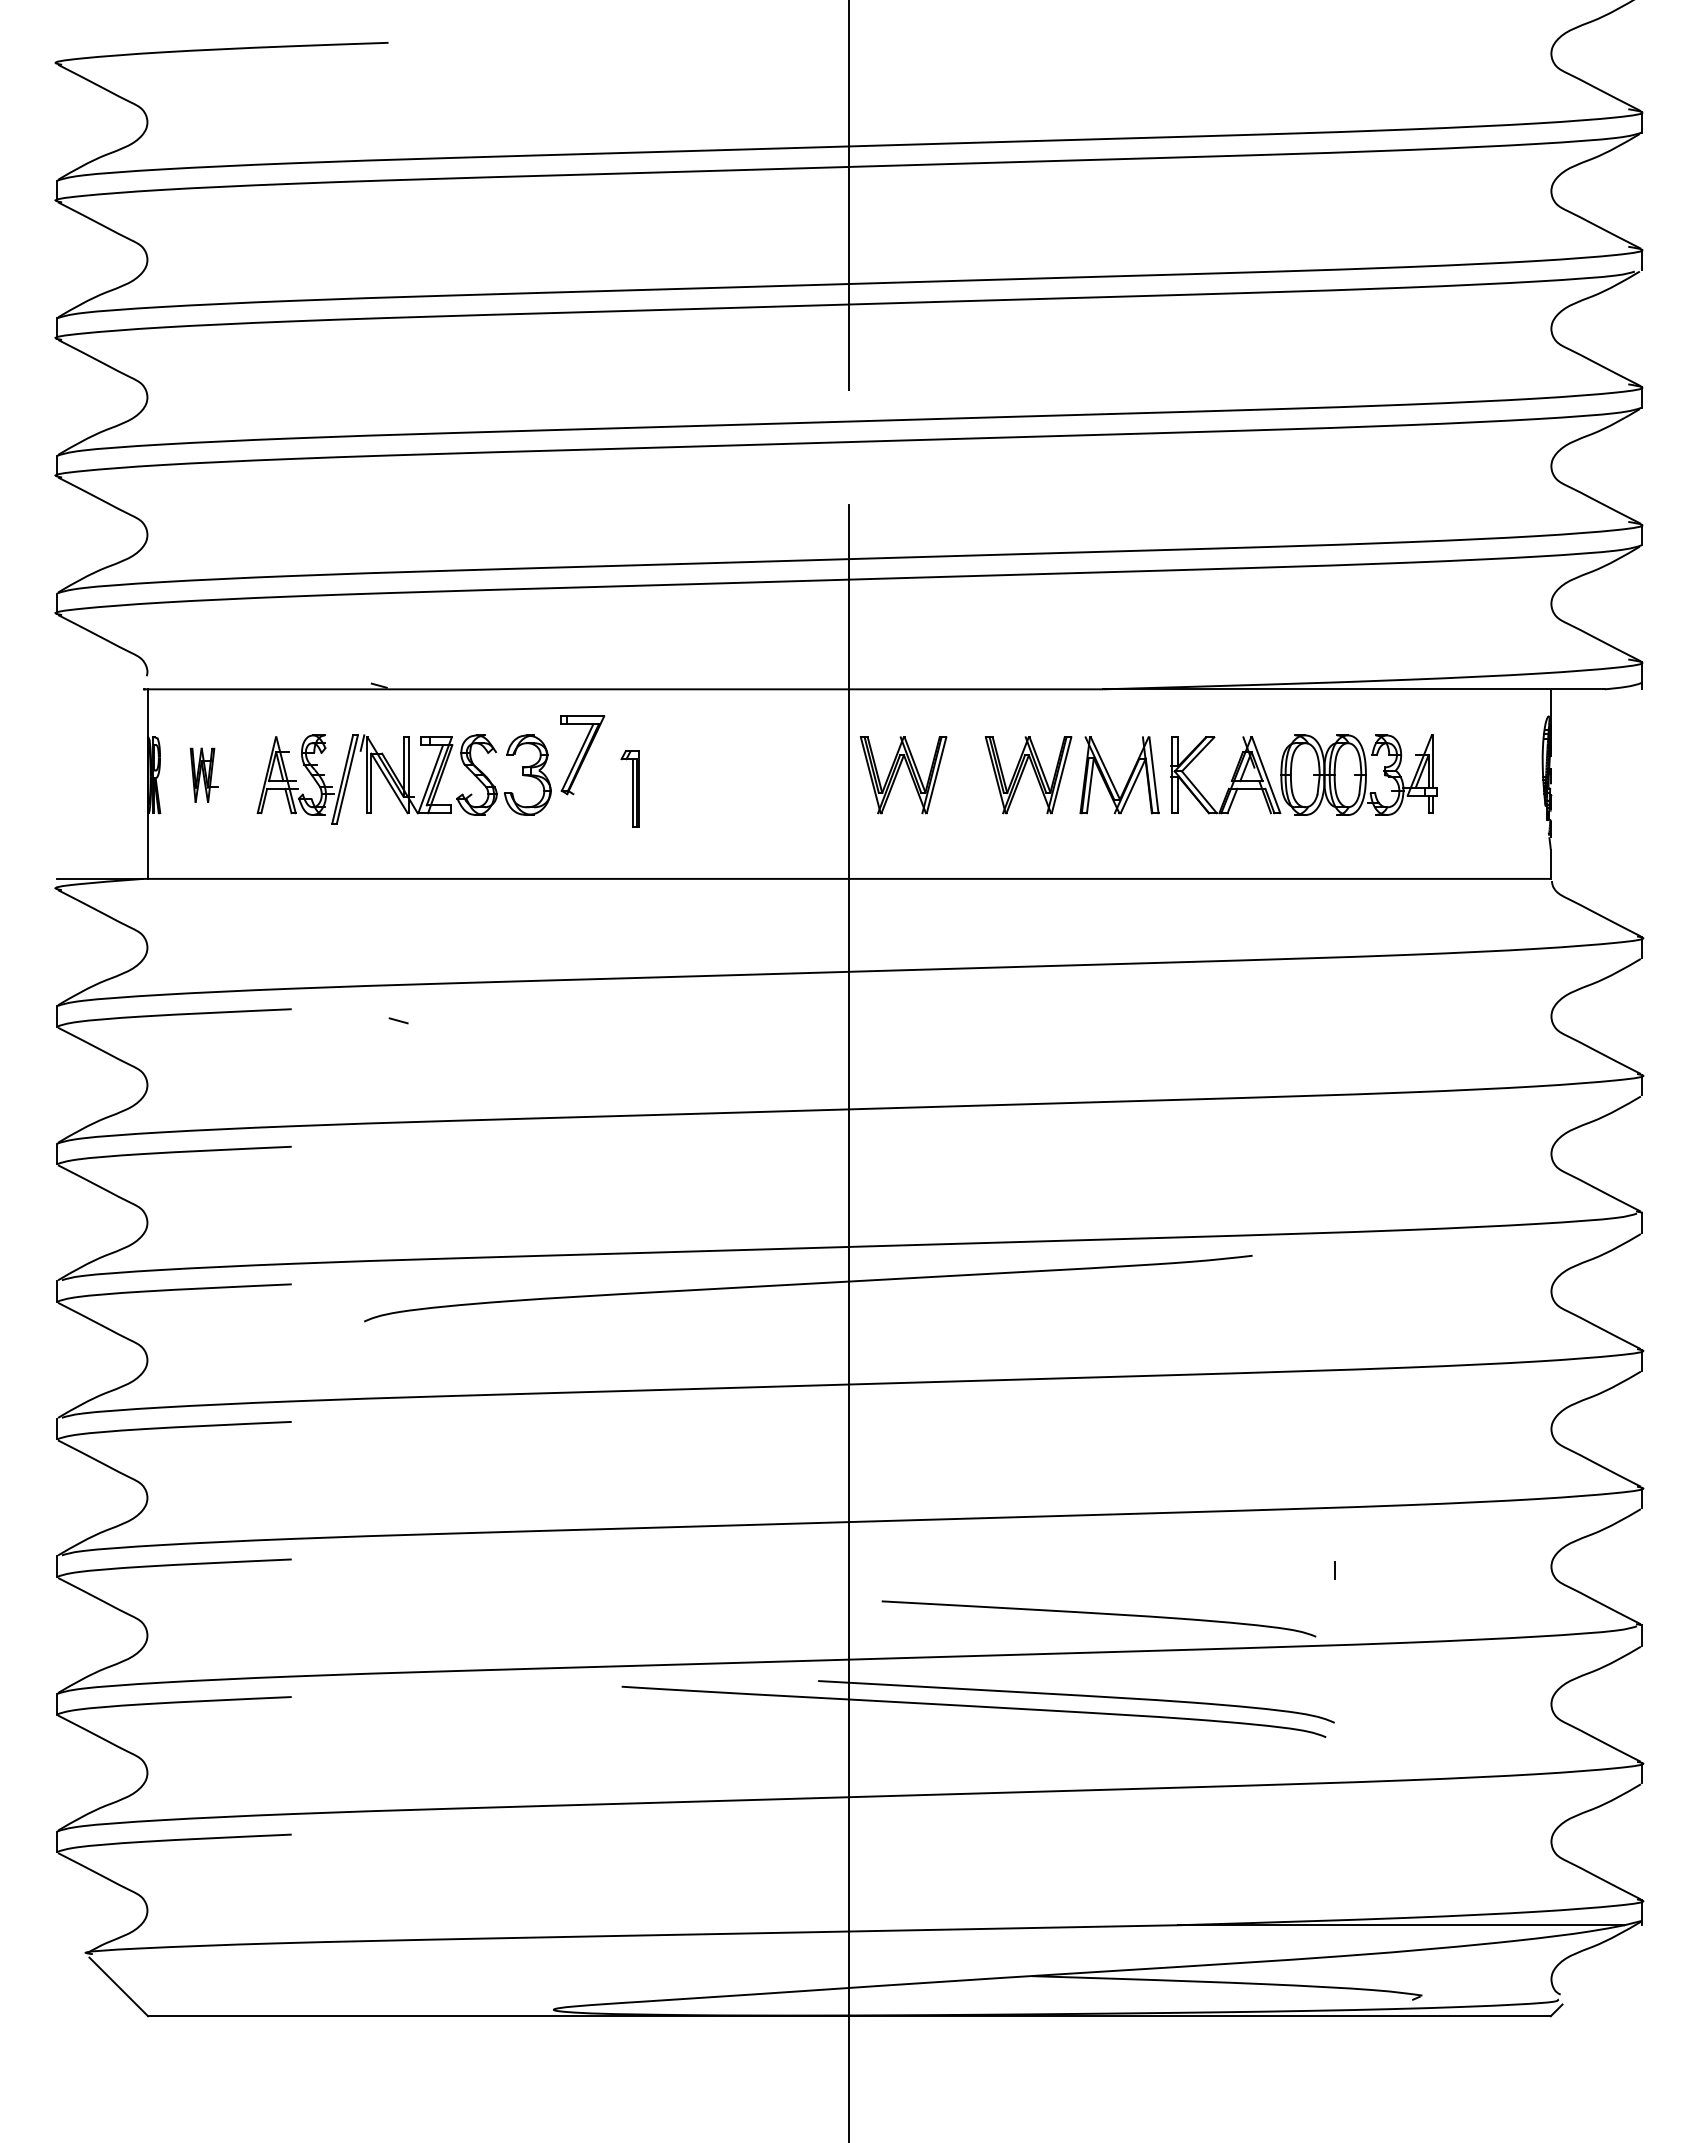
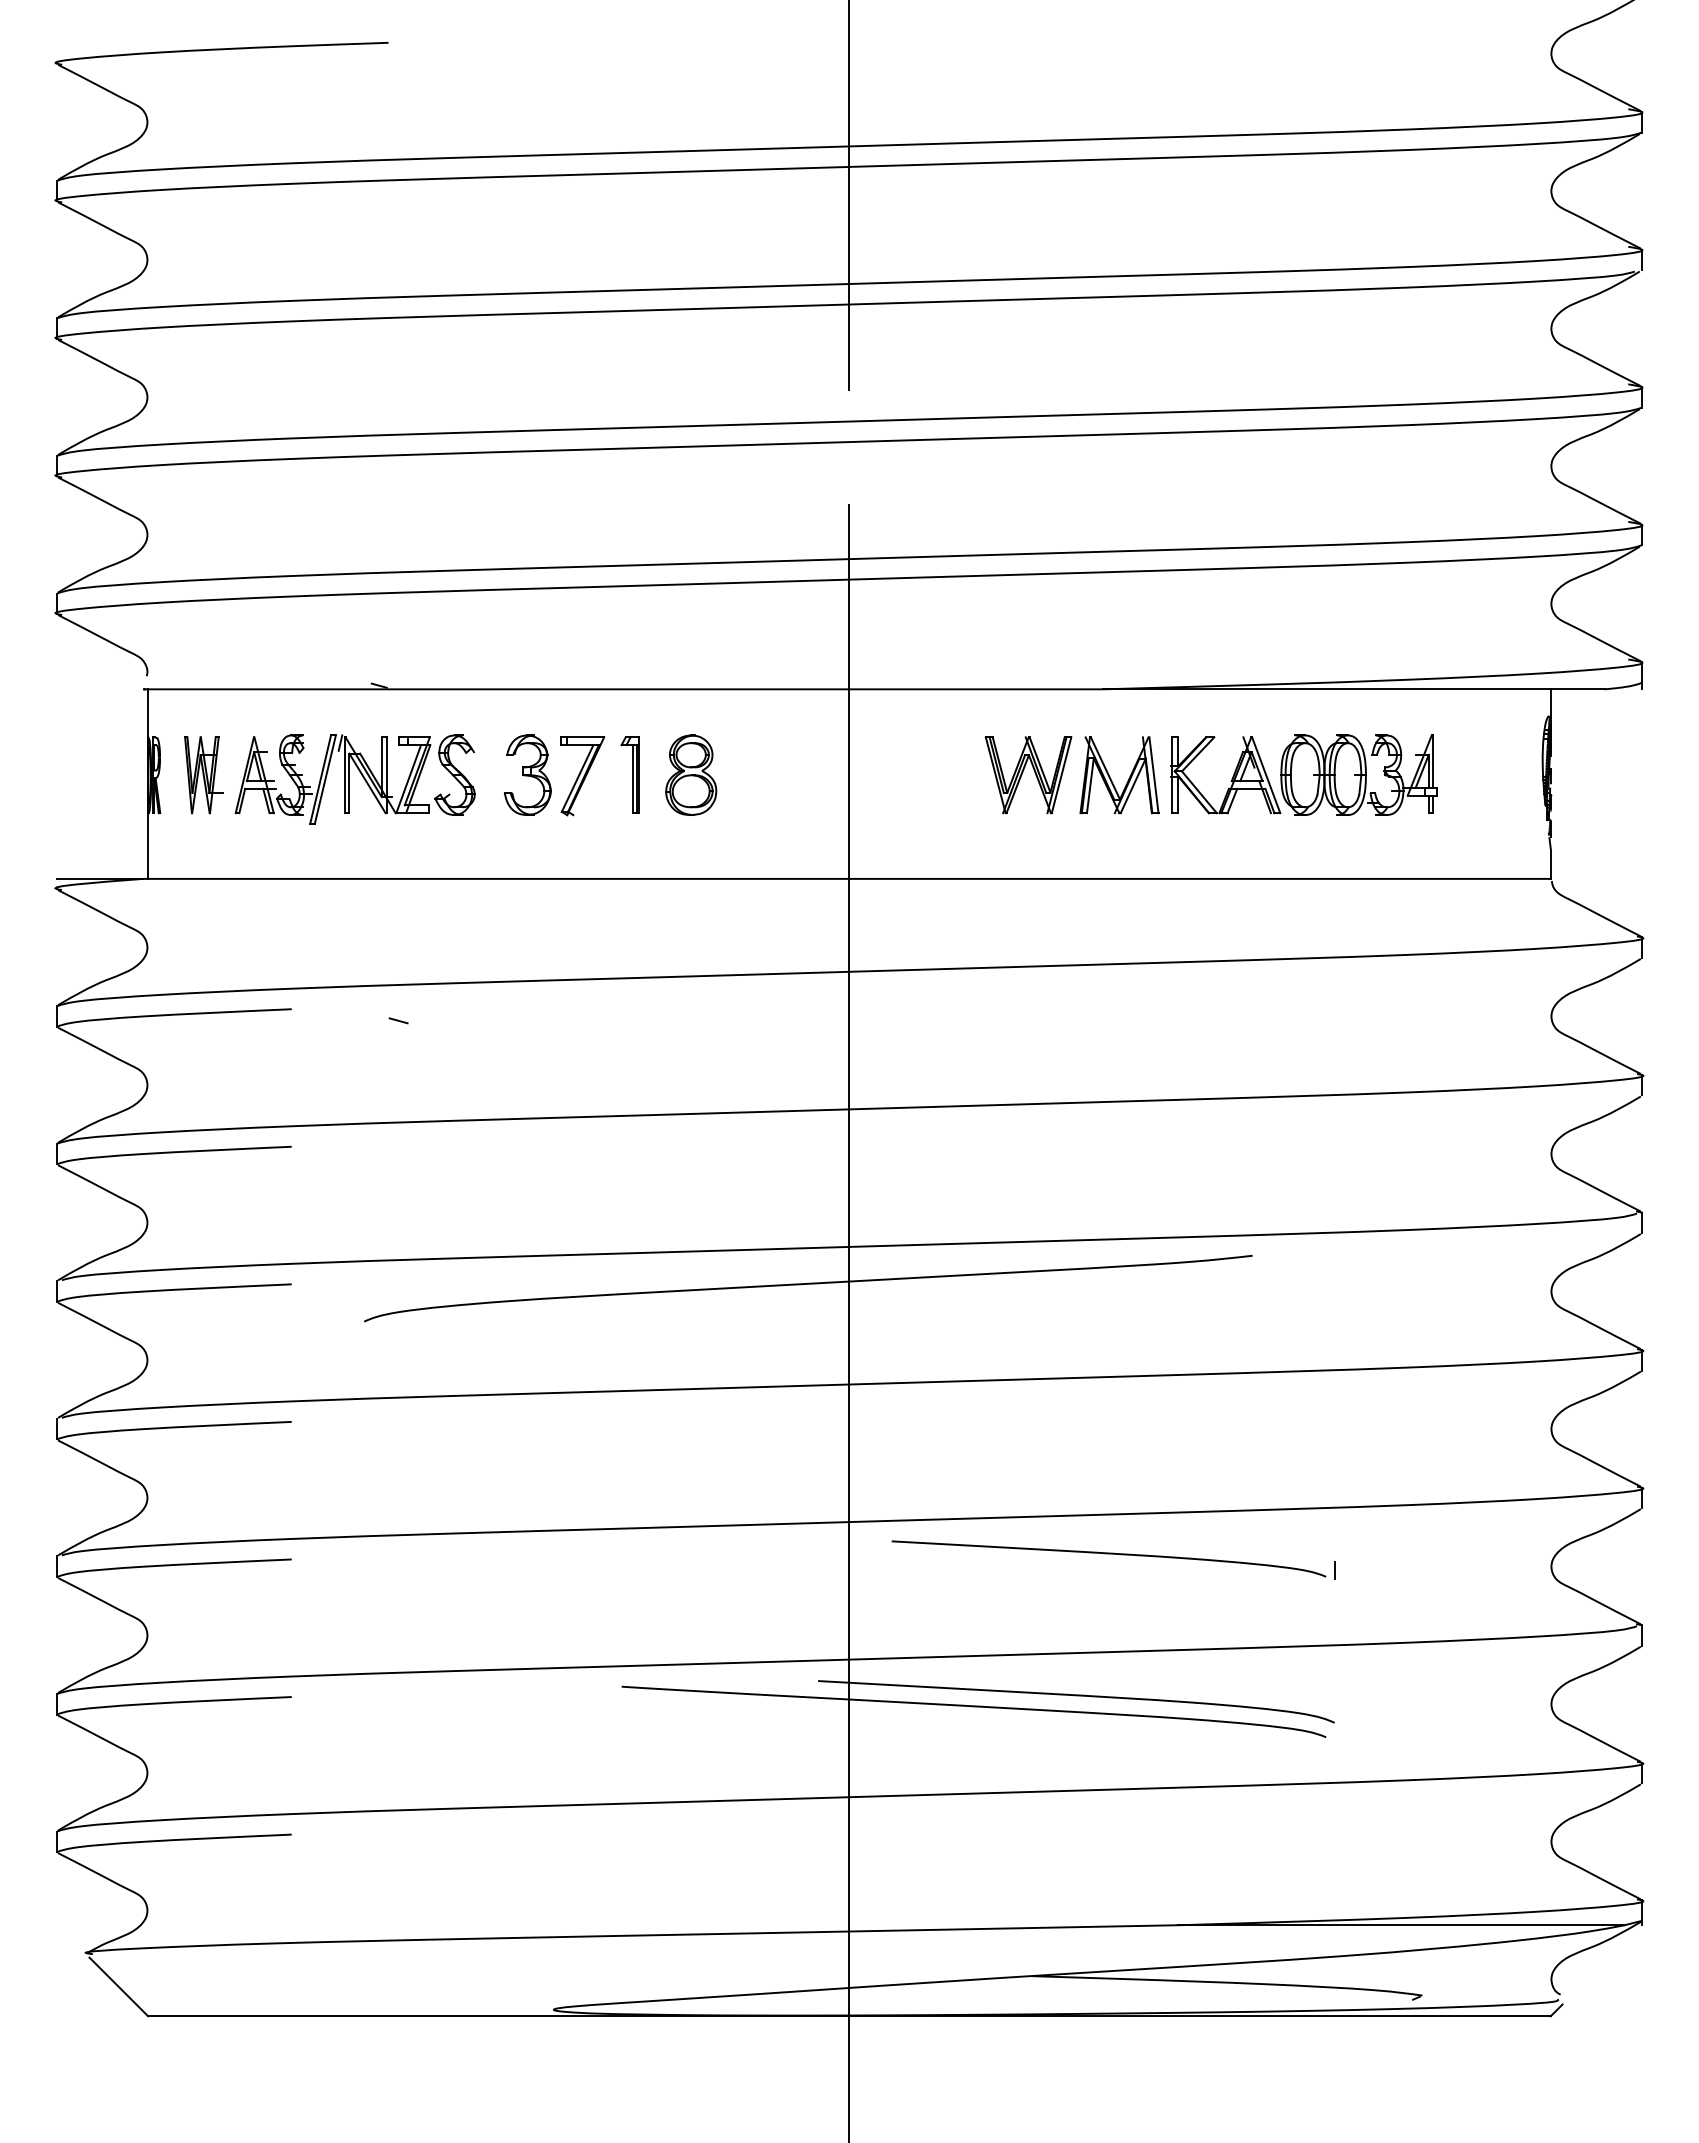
part at (582, 755) position: (582, 755) -> (582, 776)
part at (203, 774) size: 30x56 px -> 40x79 px
part at (691, 774): none -> present
part at (903, 775): present -> none
part at (376, 779) position: (376, 779) -> (354, 779)
part at (629, 788) position: (629, 788) -> (629, 774)
curve at (1098, 1614) position: (1098, 1614) -> (1108, 1554)
